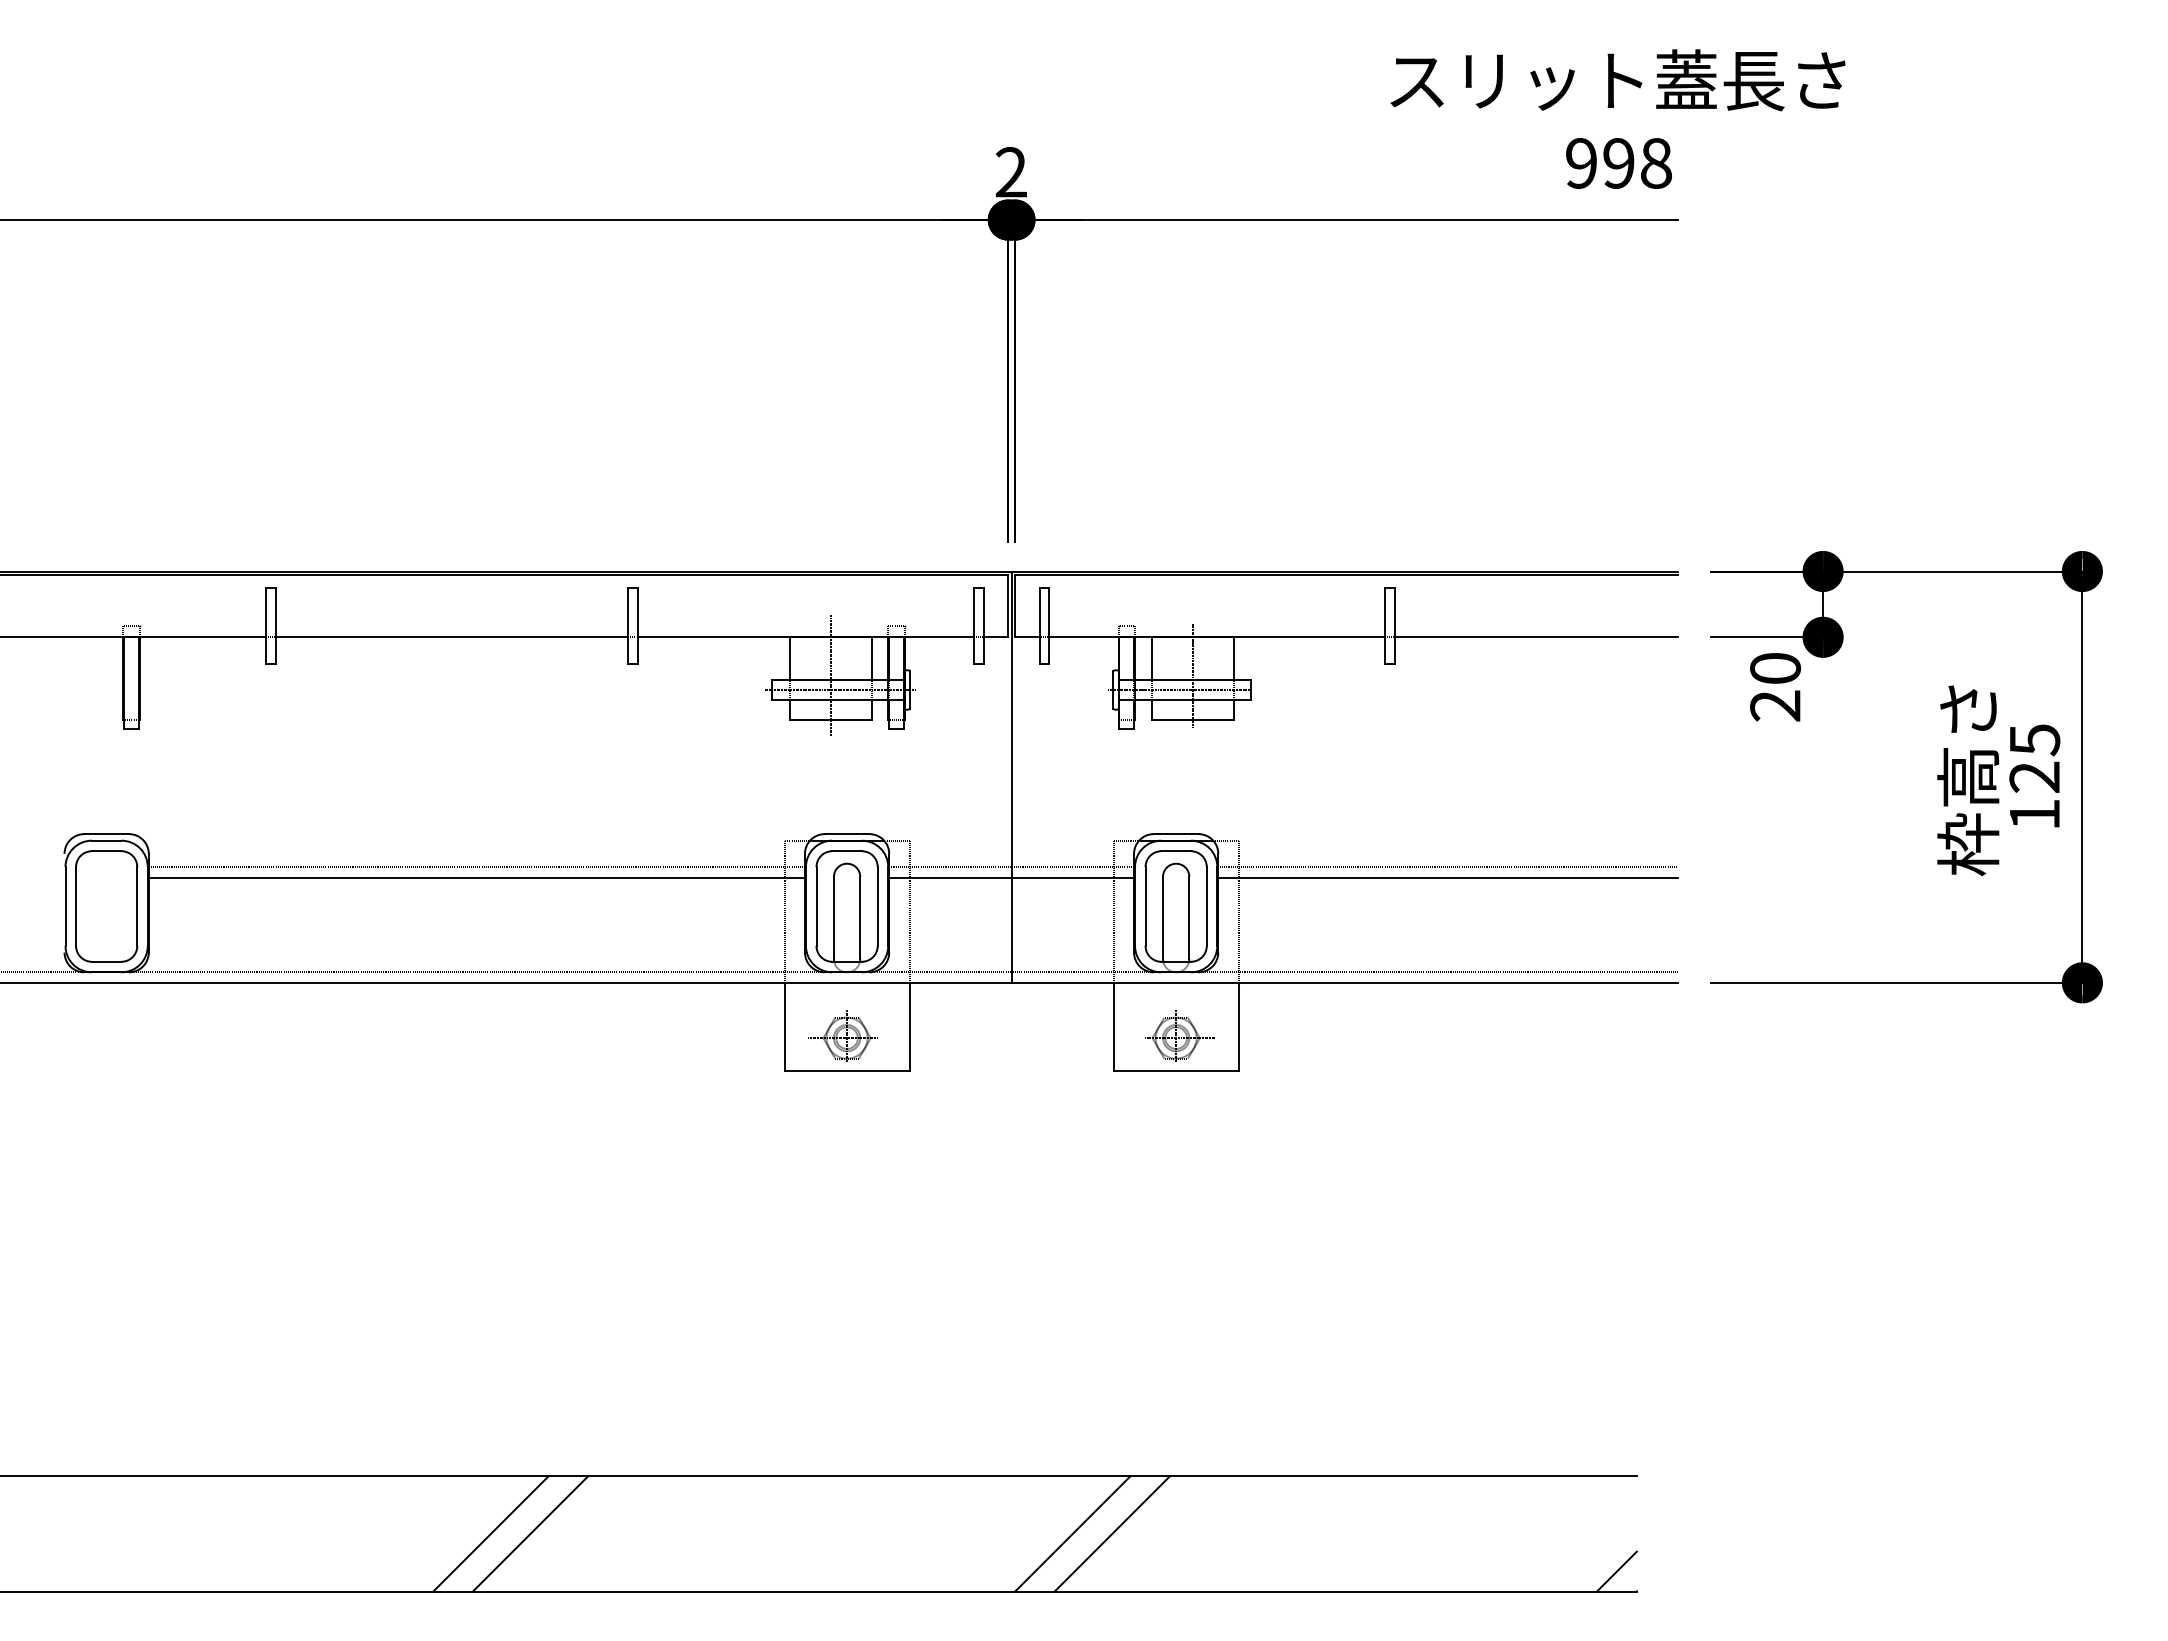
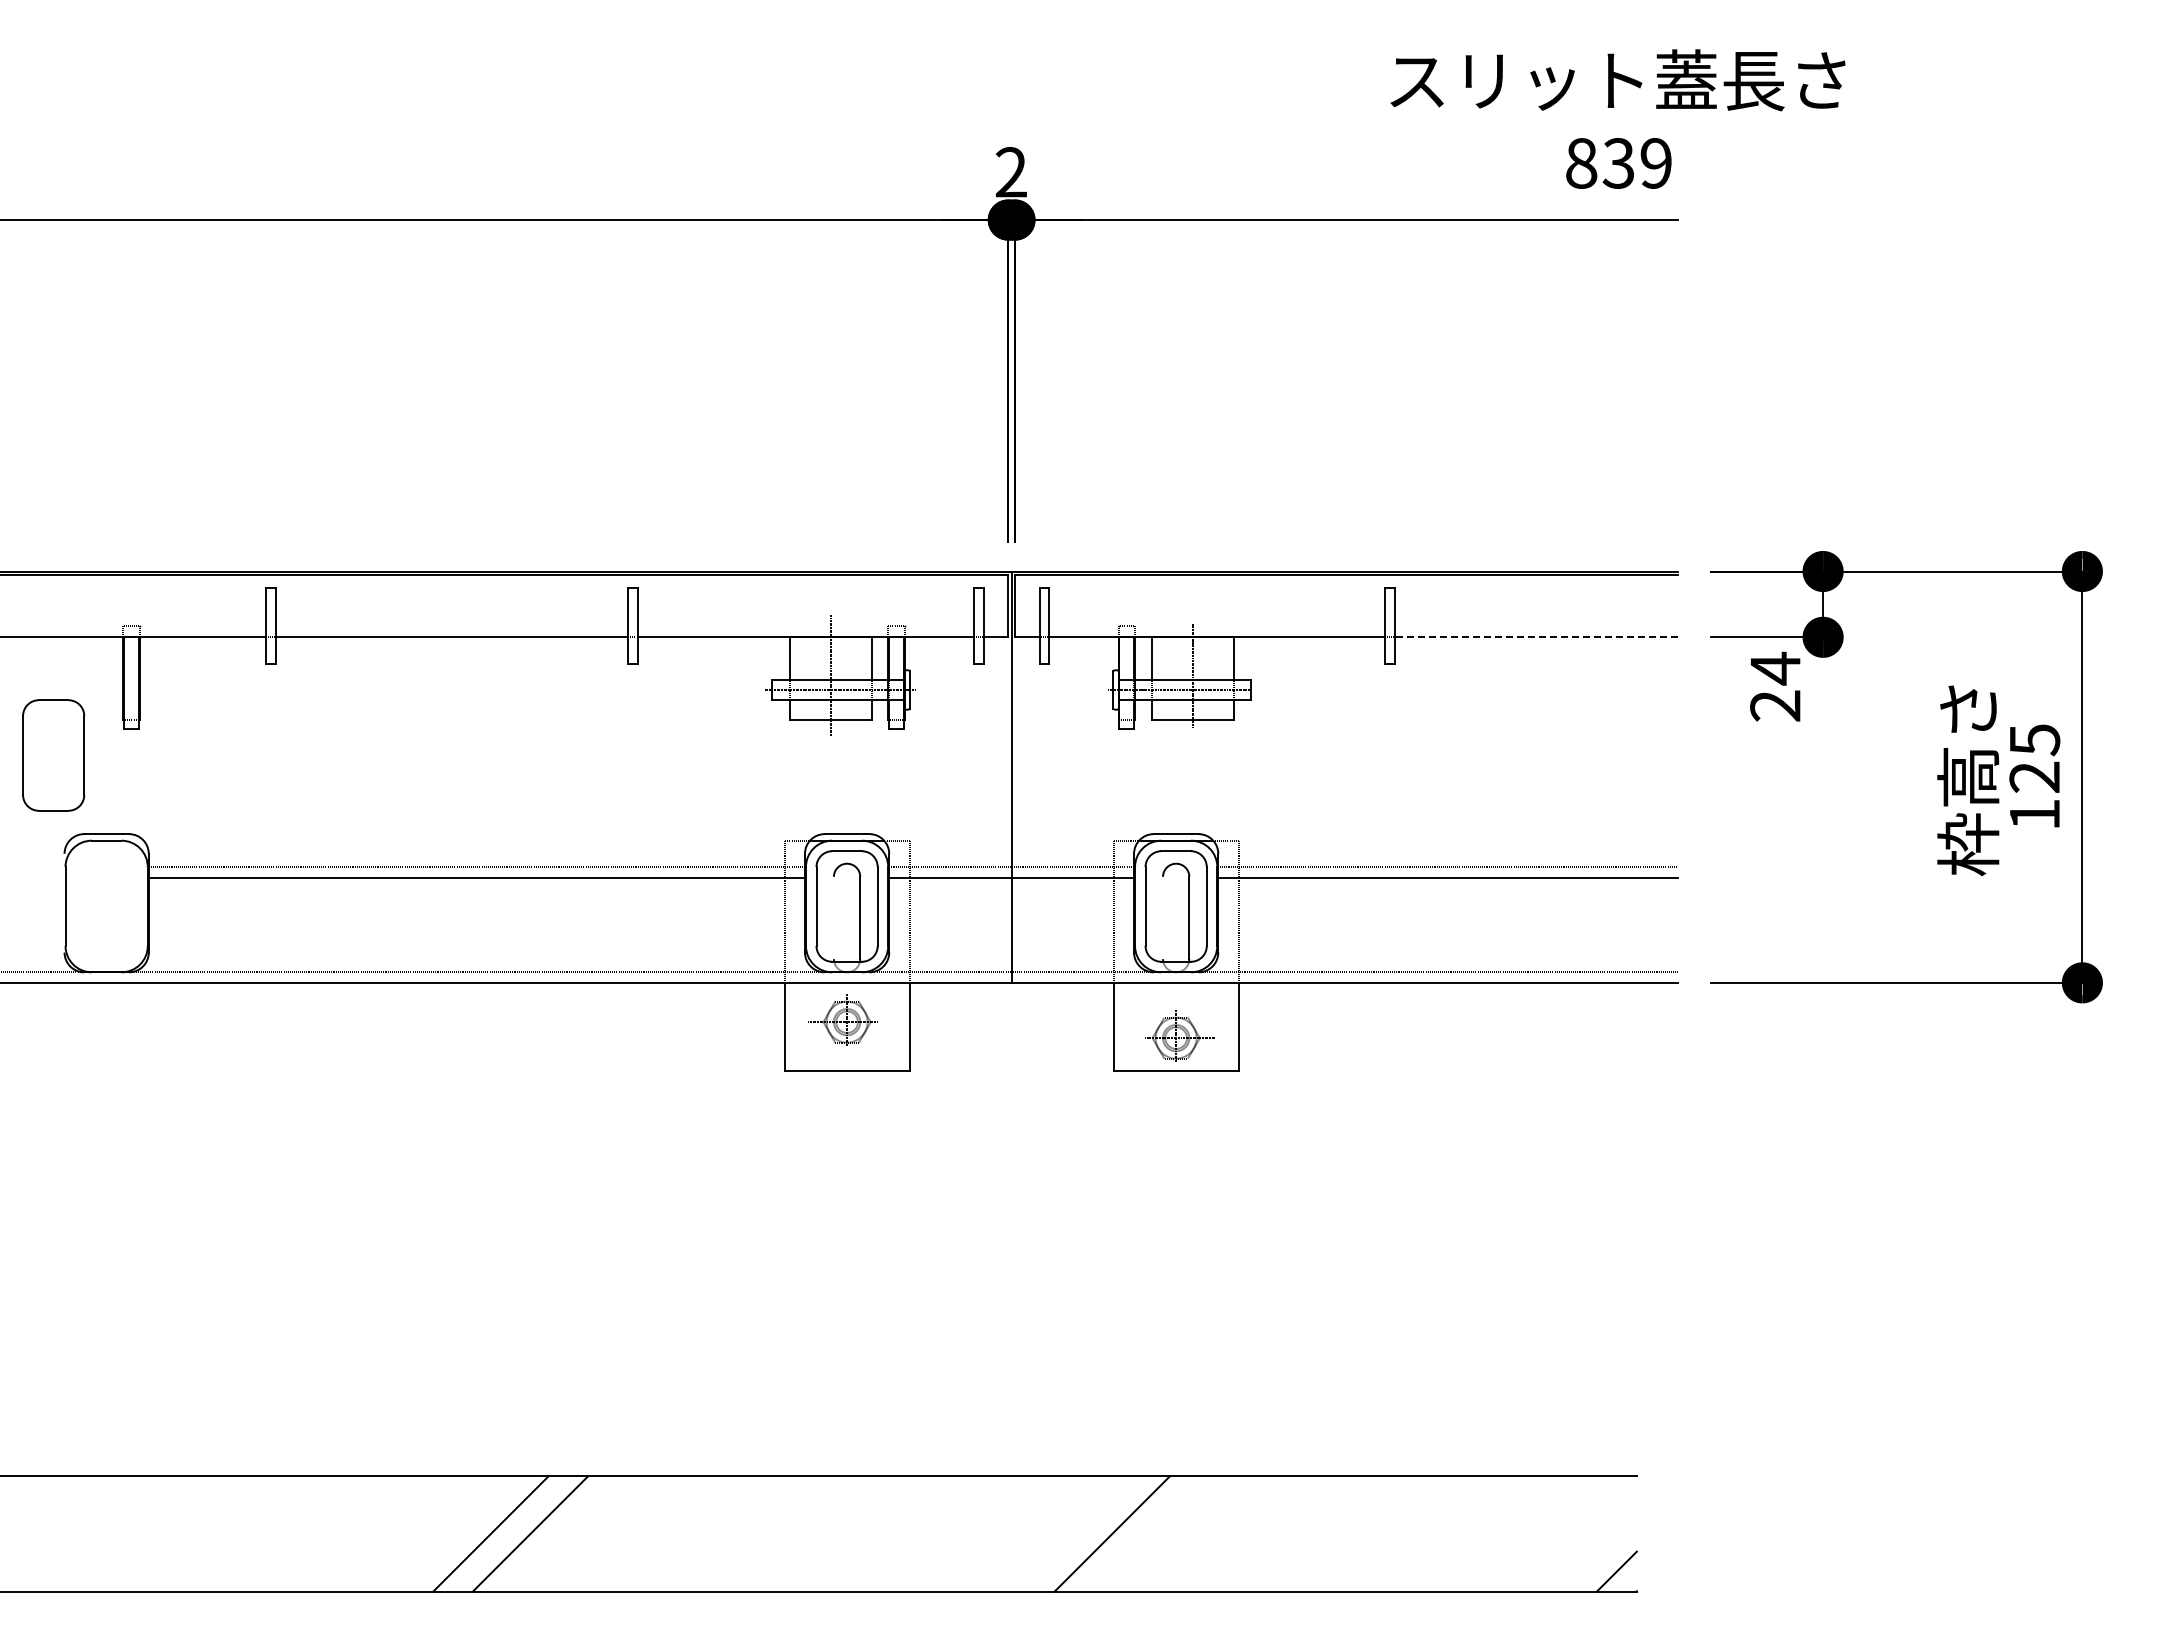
text at (1619, 163): 998 -> 839
line at (1536, 637): solid -> dashed
text at (1775, 668): 20 -> 24
part at (106, 906) position: (106, 906) -> (53, 755)
line at (833, 917): present -> none
line at (1163, 917): present -> none
part at (842, 1035) position: (842, 1035) -> (842, 1019)
line at (1072, 1533): present -> none
